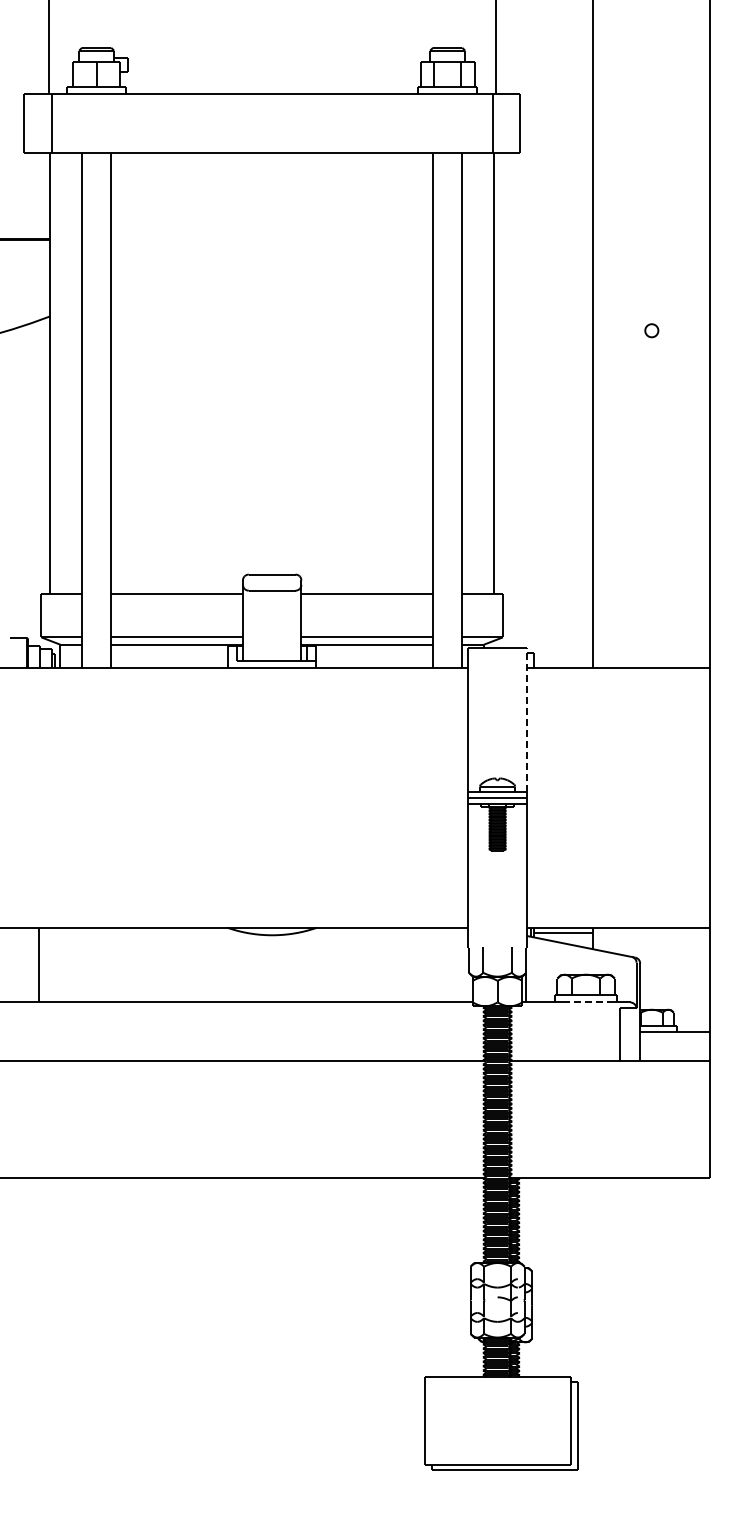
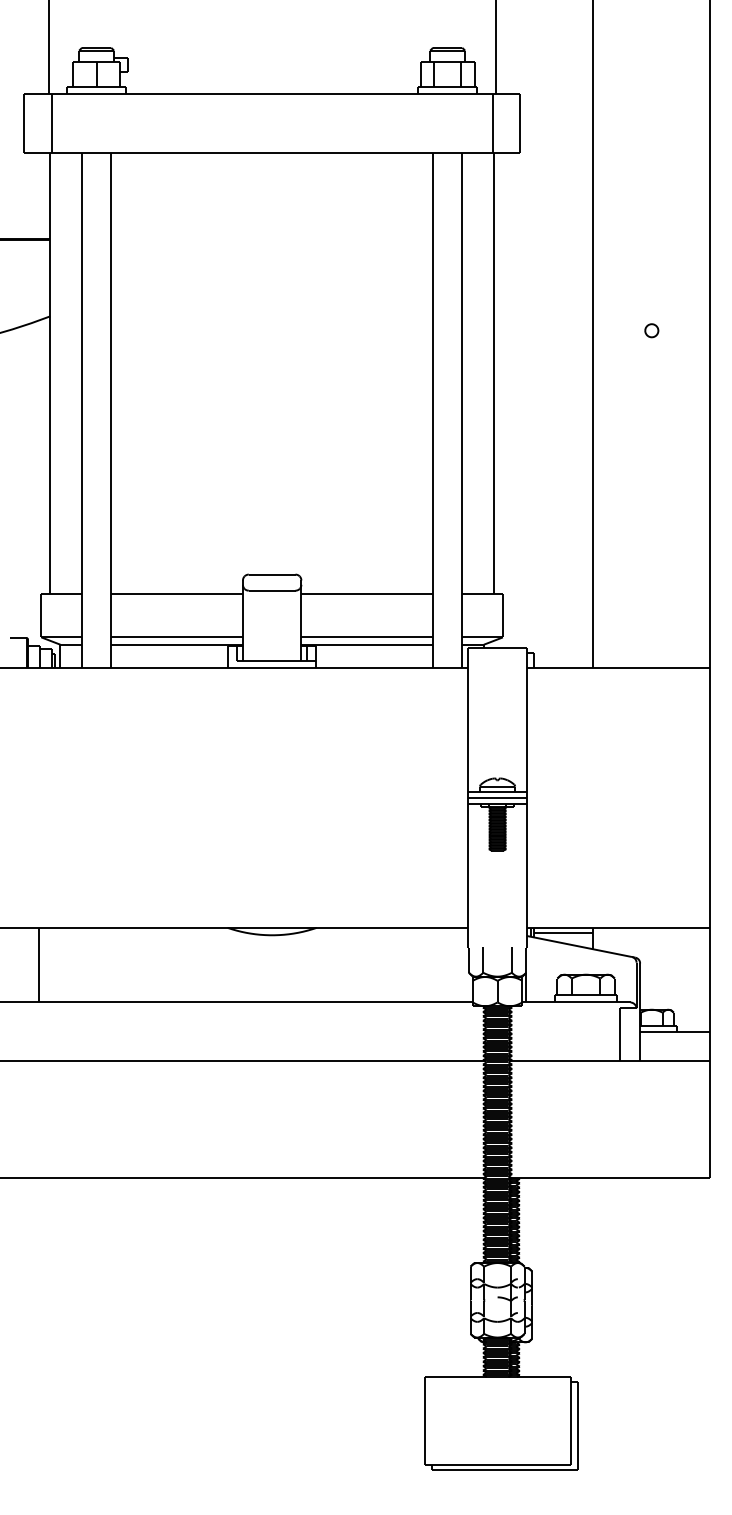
line at (526, 719): dashed -> solid
line at (592, 1002): dashed -> solid
